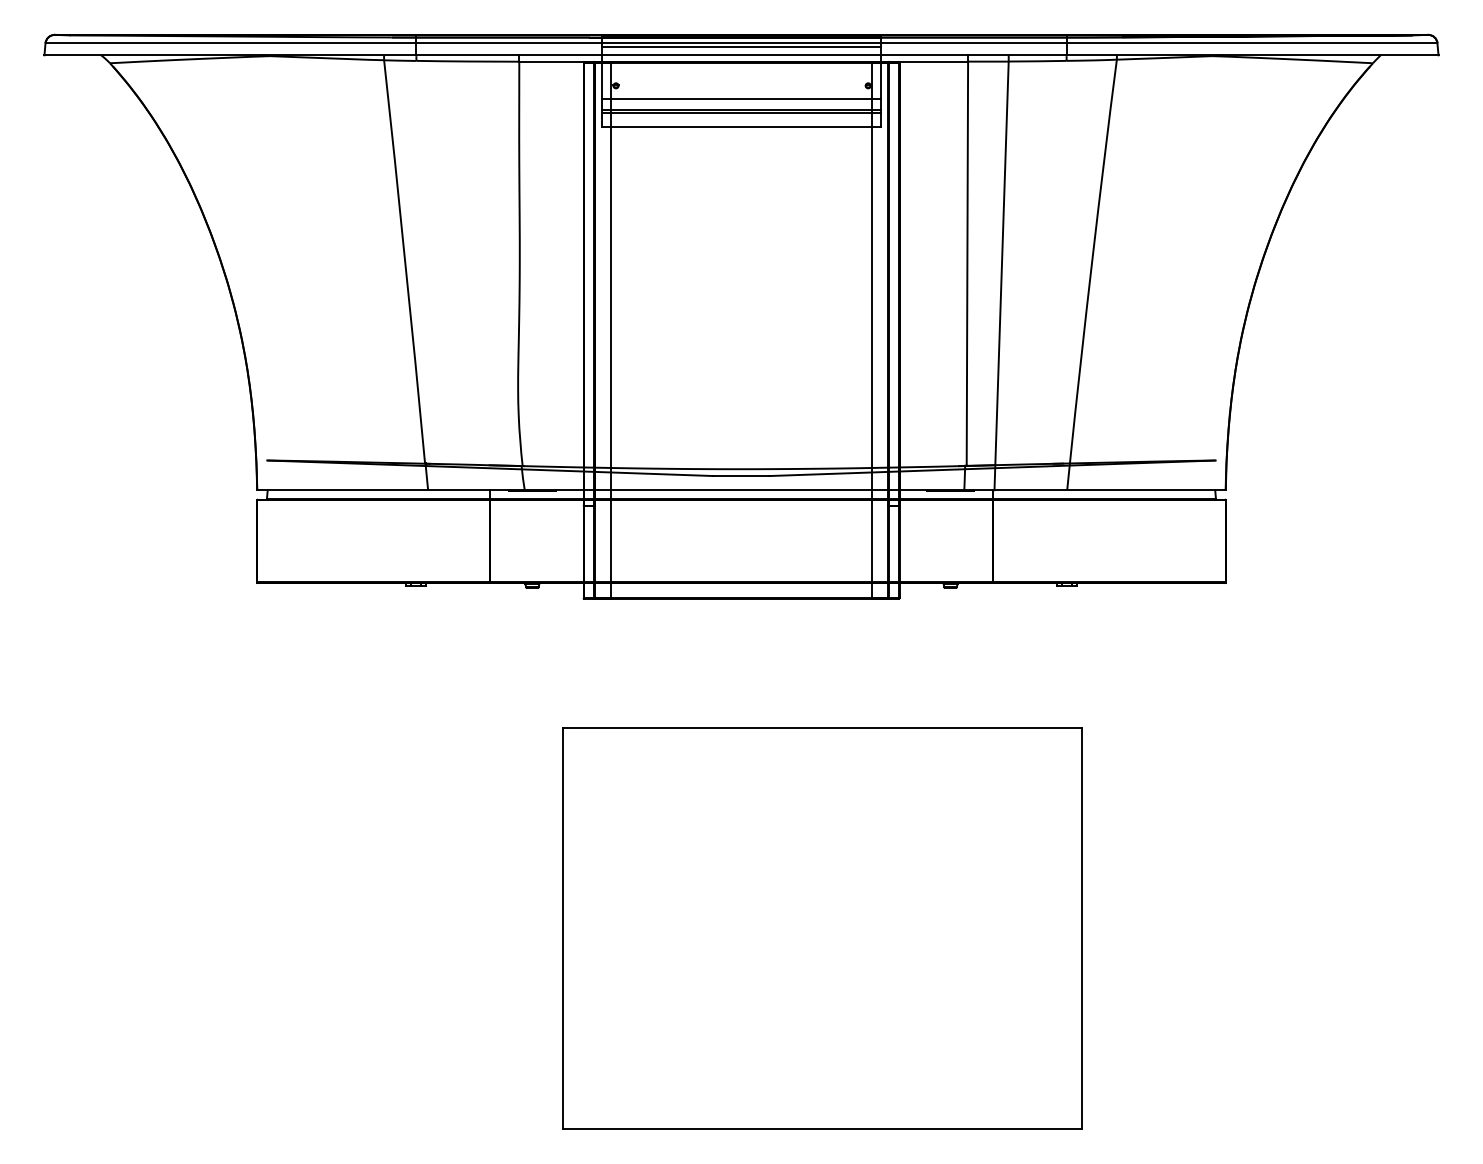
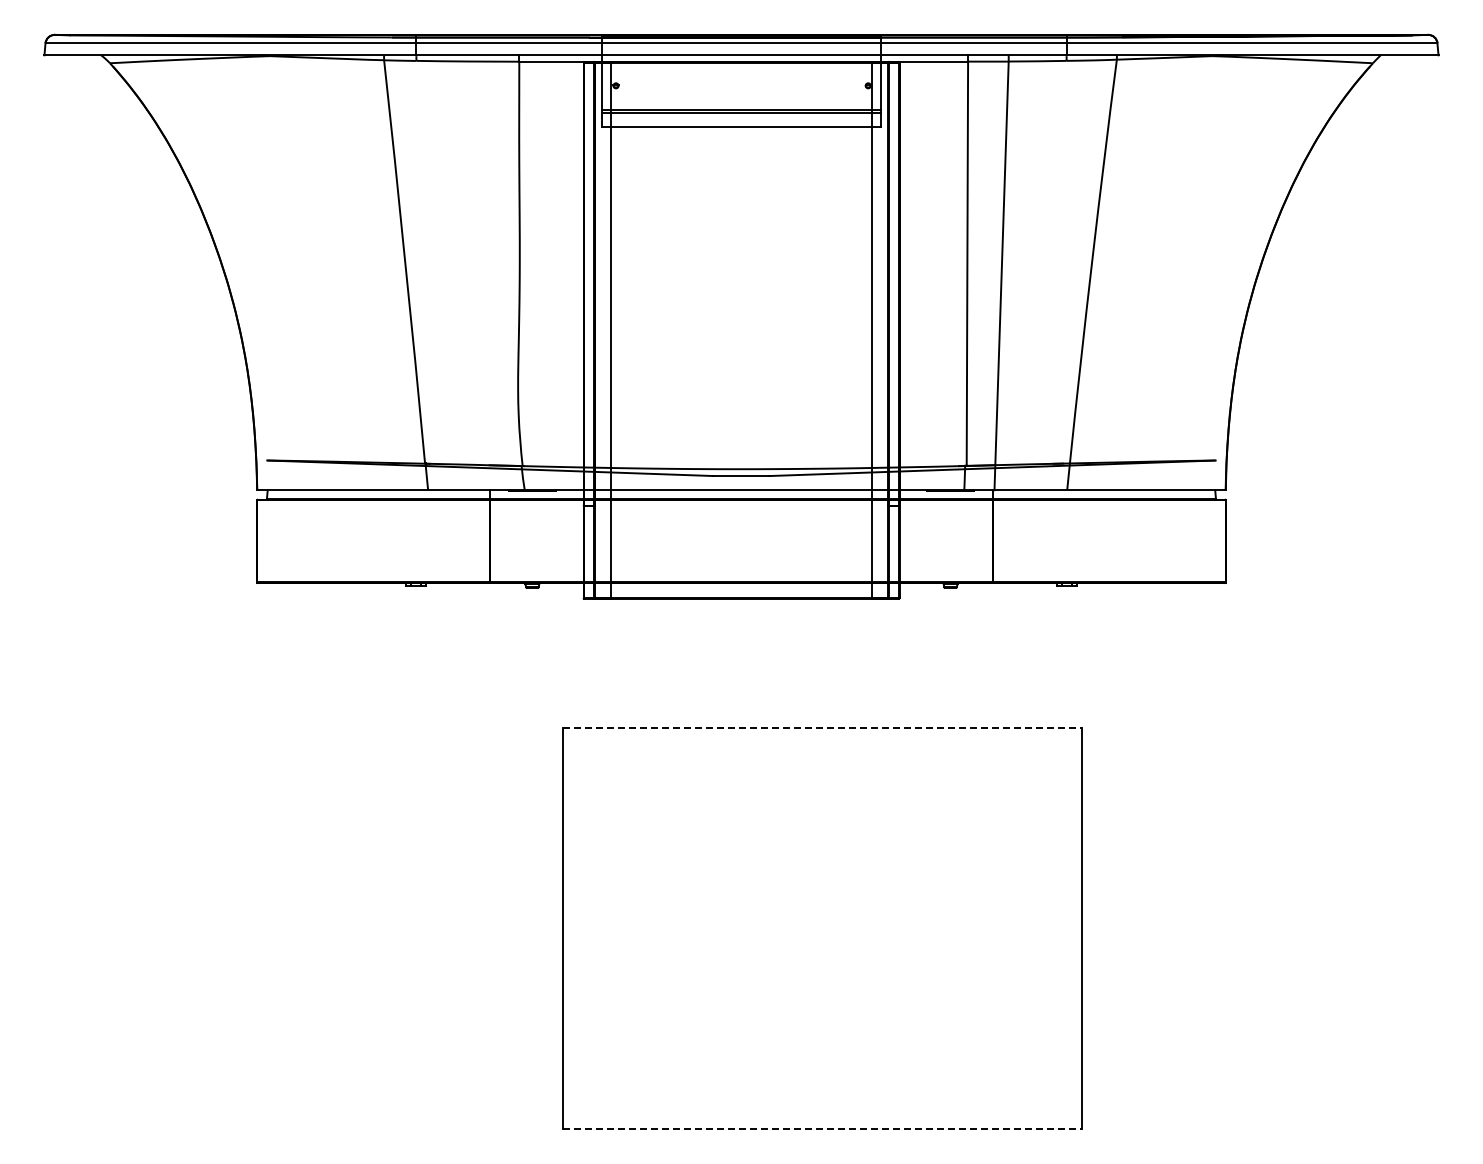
line at (741, 46): present -> none
line at (741, 98): present -> none
line at (822, 727): solid -> dashed
line at (822, 1129): solid -> dashed
